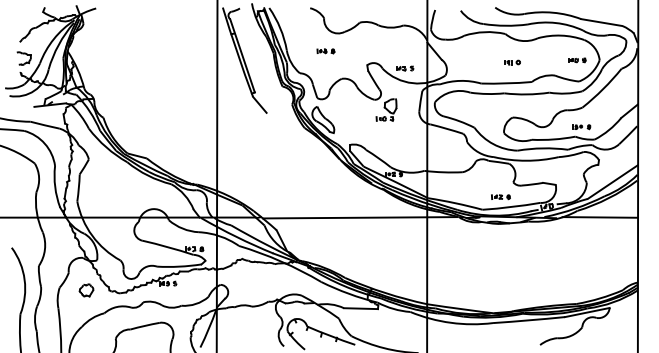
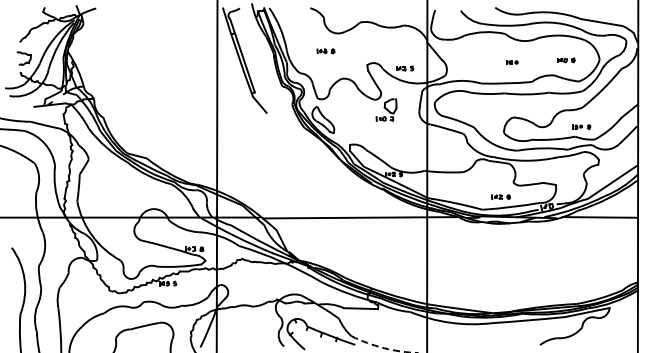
part at (577, 60) position: (577, 60) -> (566, 60)
part at (512, 62) size: 17x7 px -> 13x5 px
part at (86, 290): present -> none
arc at (384, 348): solid -> dashed
